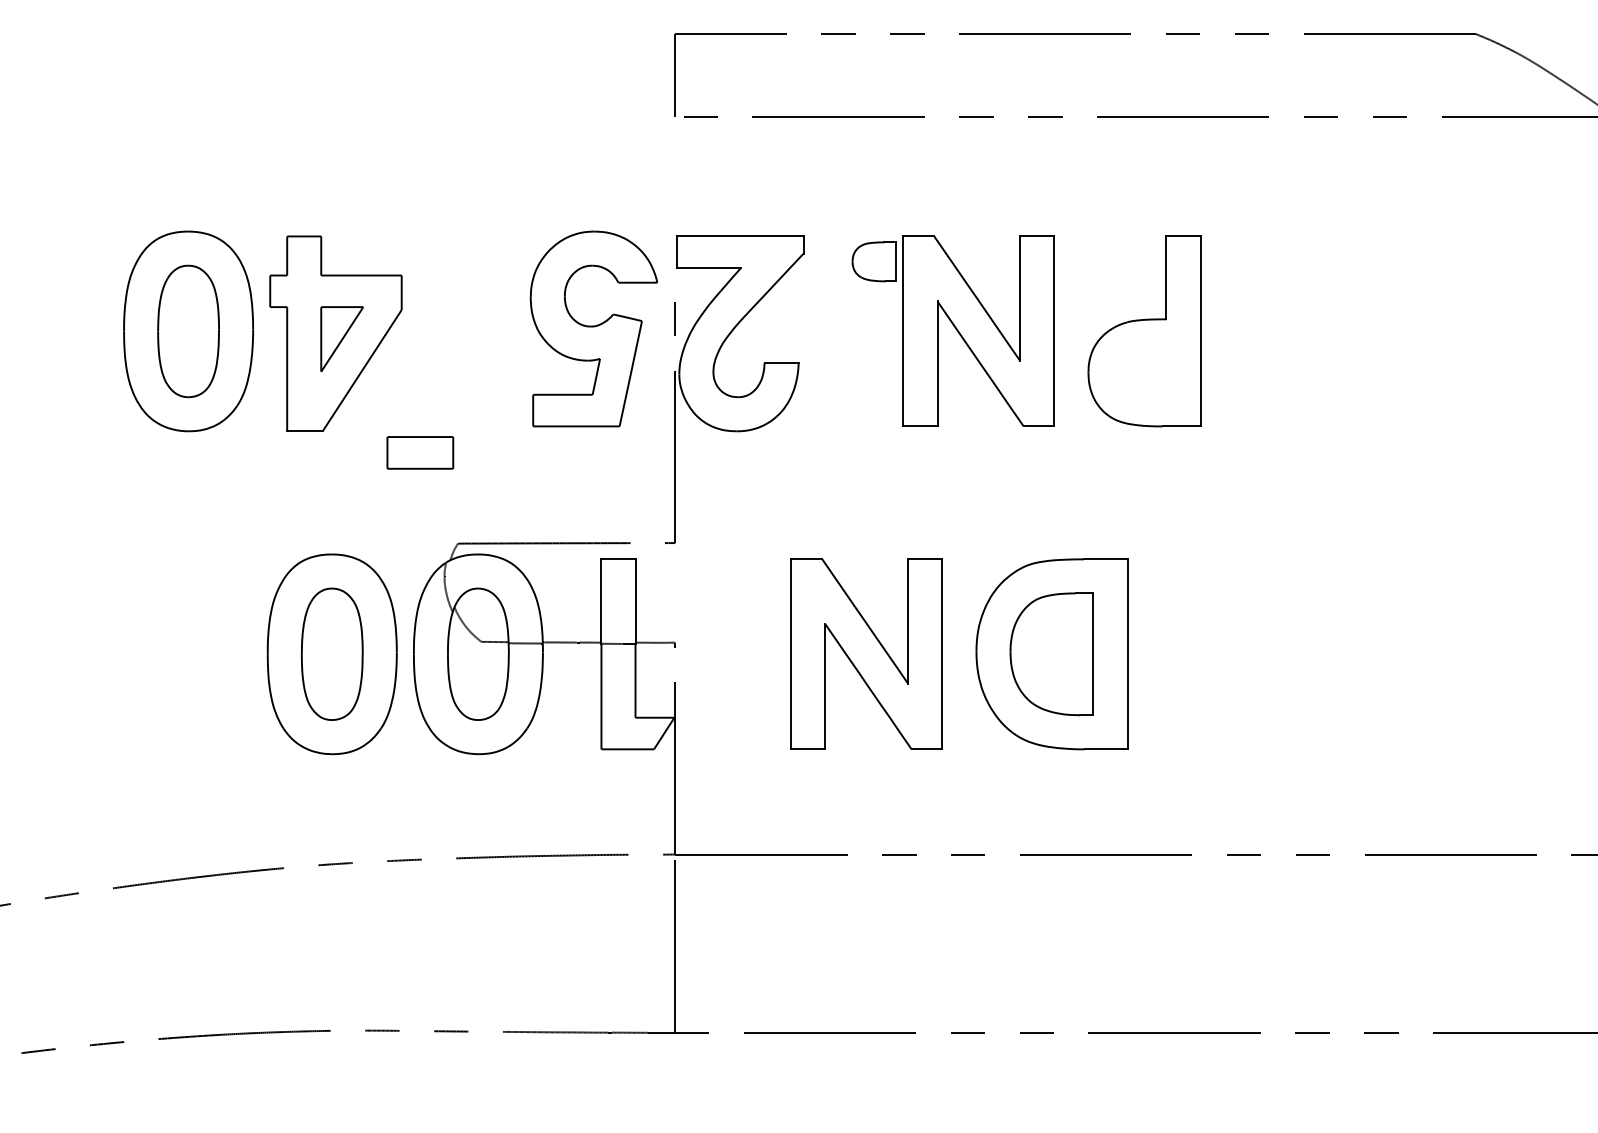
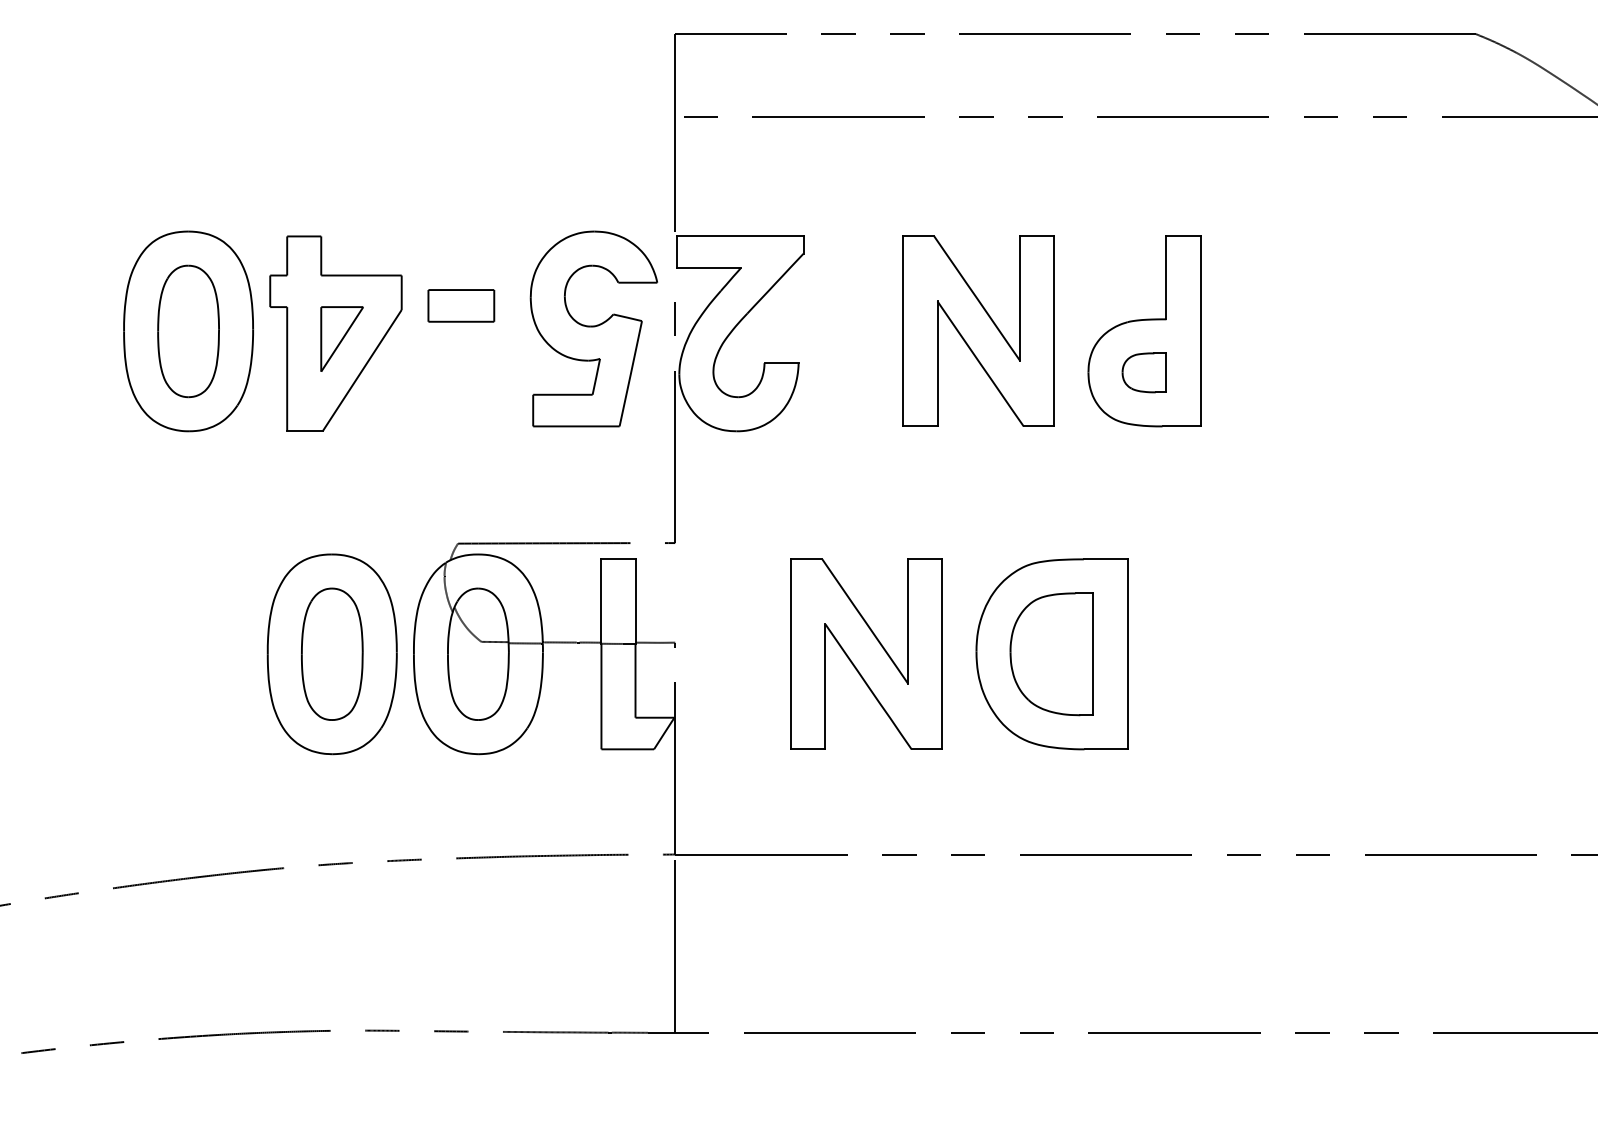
line at (675, 173): none -> present
part at (873, 261) position: (873, 261) -> (1143, 372)
part at (420, 452) position: (420, 452) -> (461, 305)
